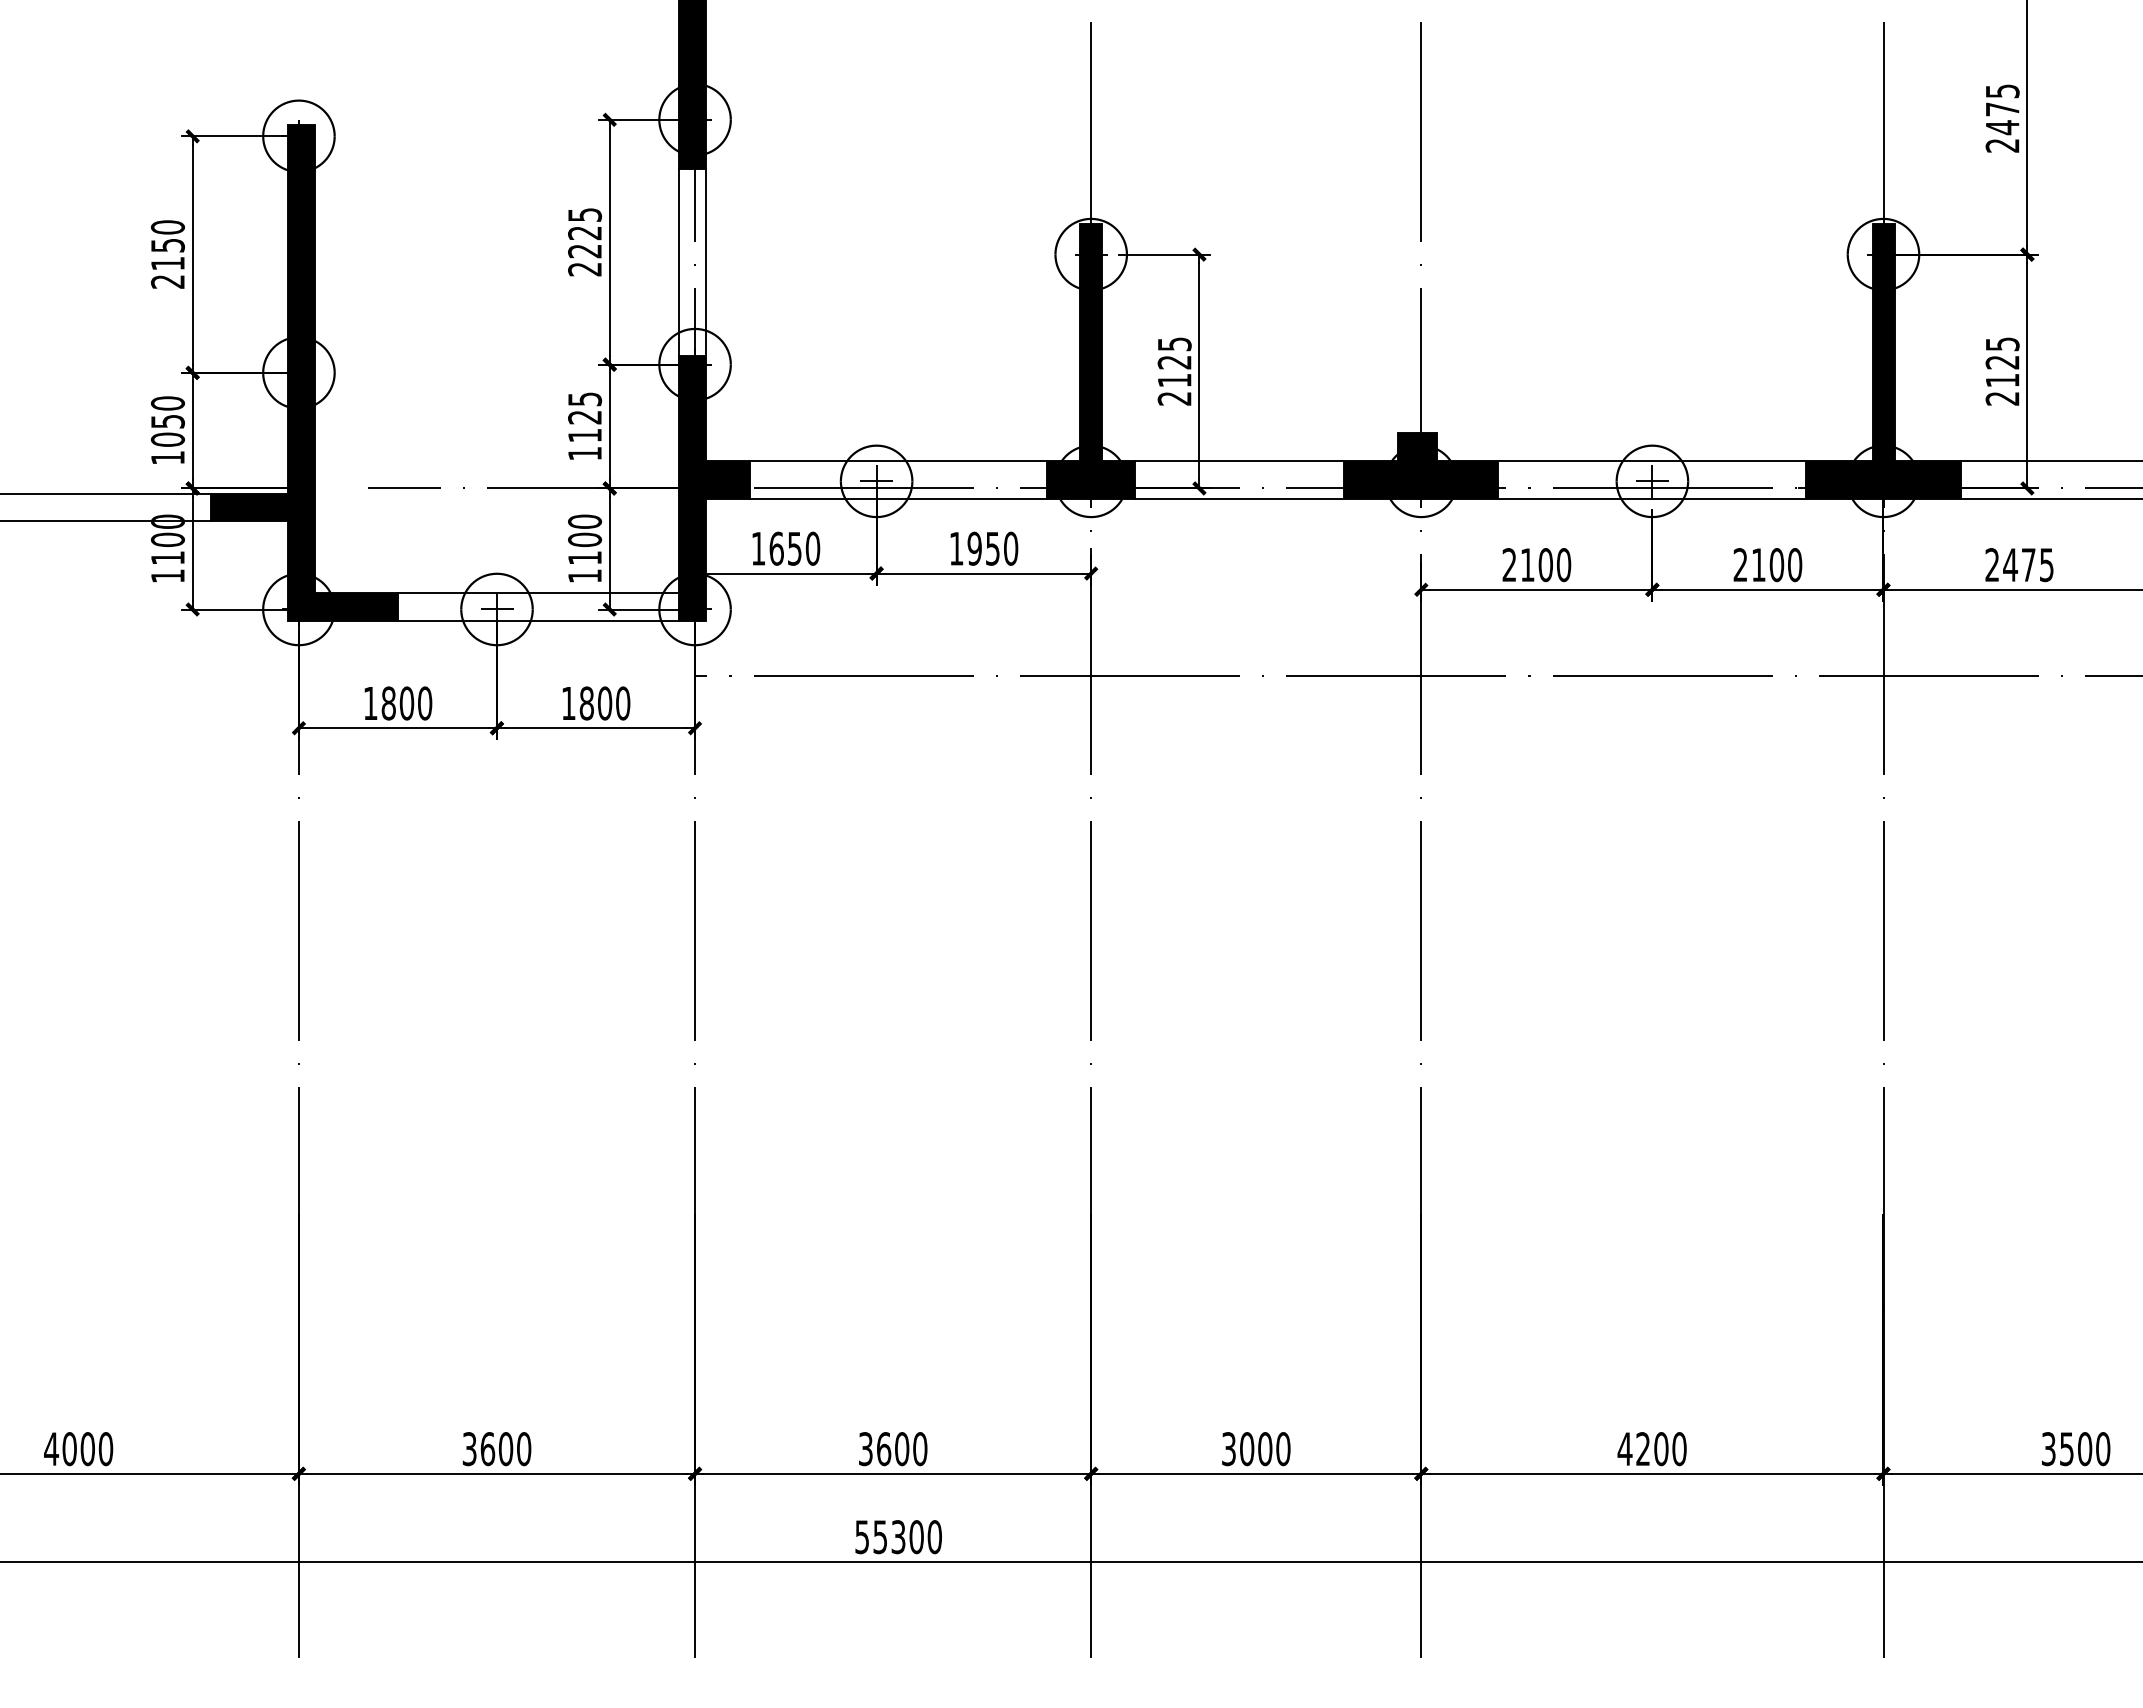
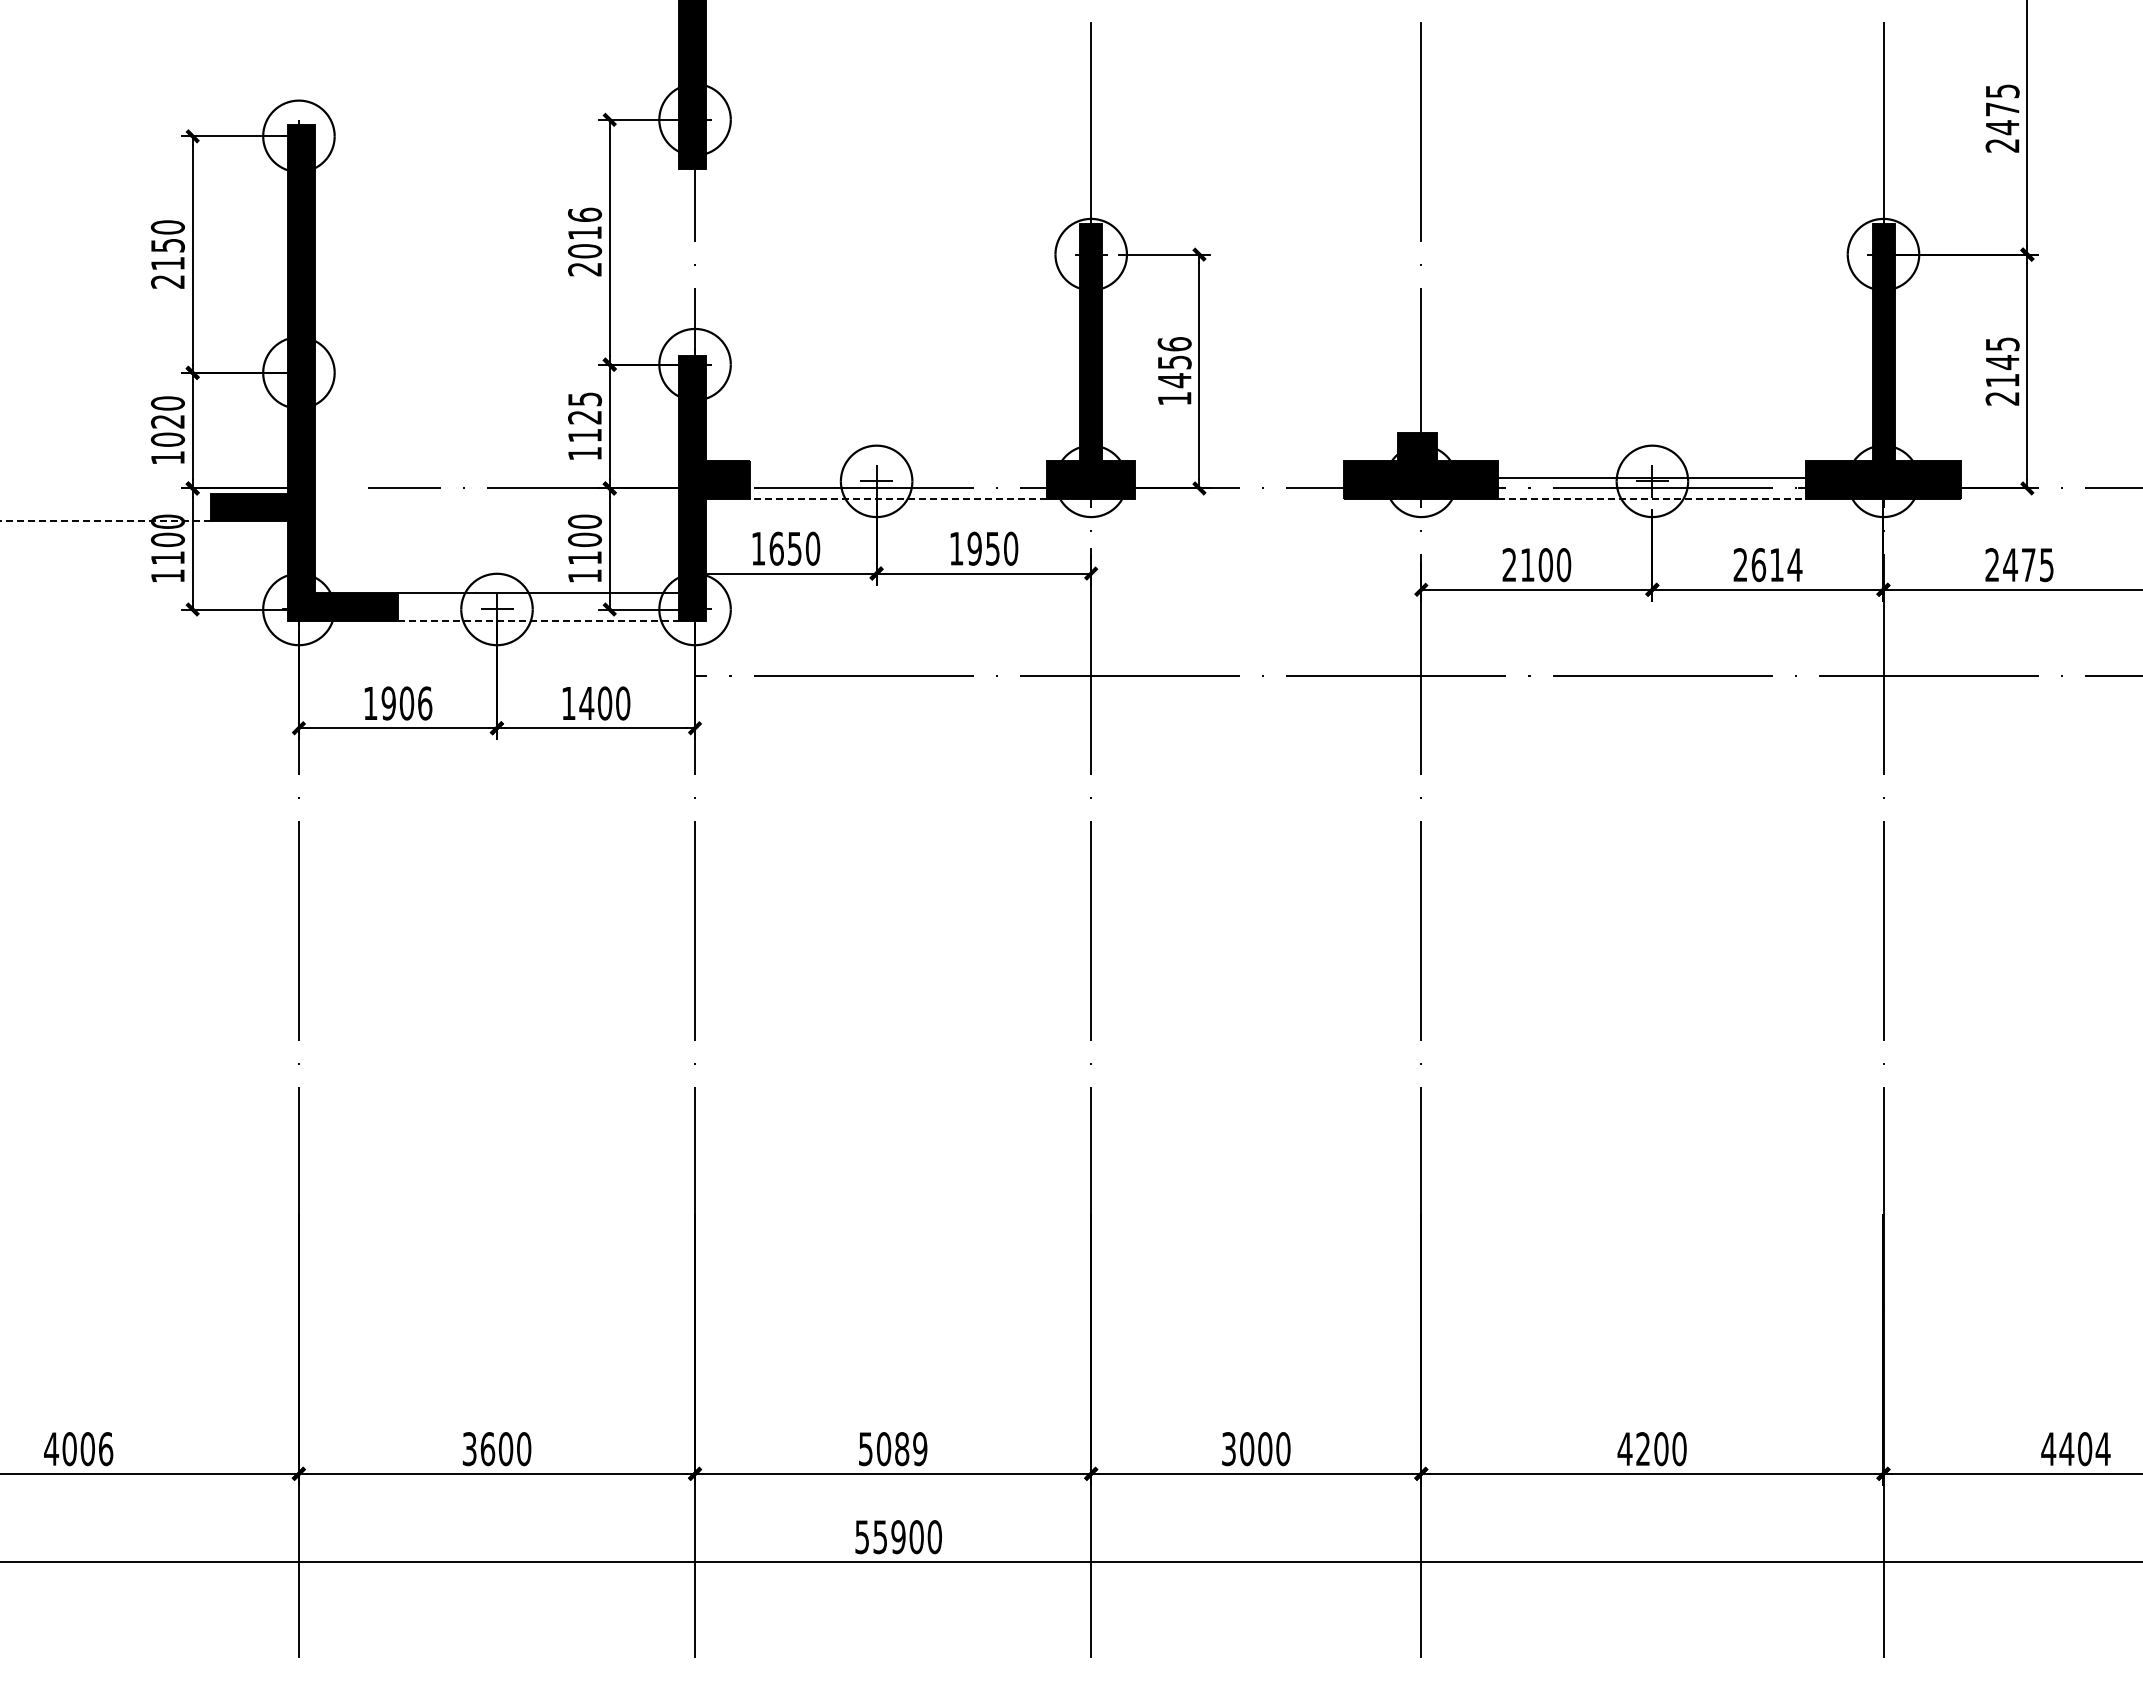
text at (585, 232): 2225 -> 2016
line at (678, 262): present -> none
line at (706, 262): present -> none
text at (2002, 362): 2125 -> 2145
text at (1174, 371): 2125 -> 1456
text at (167, 421): 1050 -> 1020
line at (898, 460): present -> none
line at (1239, 460): present -> none
line at (1652, 460) position: (1652, 460) -> (1652, 477)
line at (2049, 460): present -> none
line at (106, 493): present -> none
line at (898, 499): solid -> dashed
line at (1239, 499): present -> none
line at (1652, 499): solid -> dashed
line at (2049, 499): present -> none
line at (105, 521): solid -> dashed
text at (1776, 565): 2100 -> 2614
line at (538, 620): solid -> dashed
text at (406, 703): 1800 -> 1906
text at (586, 703): 1800 -> 1400
text at (105, 1448): 4000 -> 4006
text at (893, 1449): 3600 -> 5089
text at (2075, 1449): 3500 -> 4404
text at (898, 1537): 55300 -> 55900
